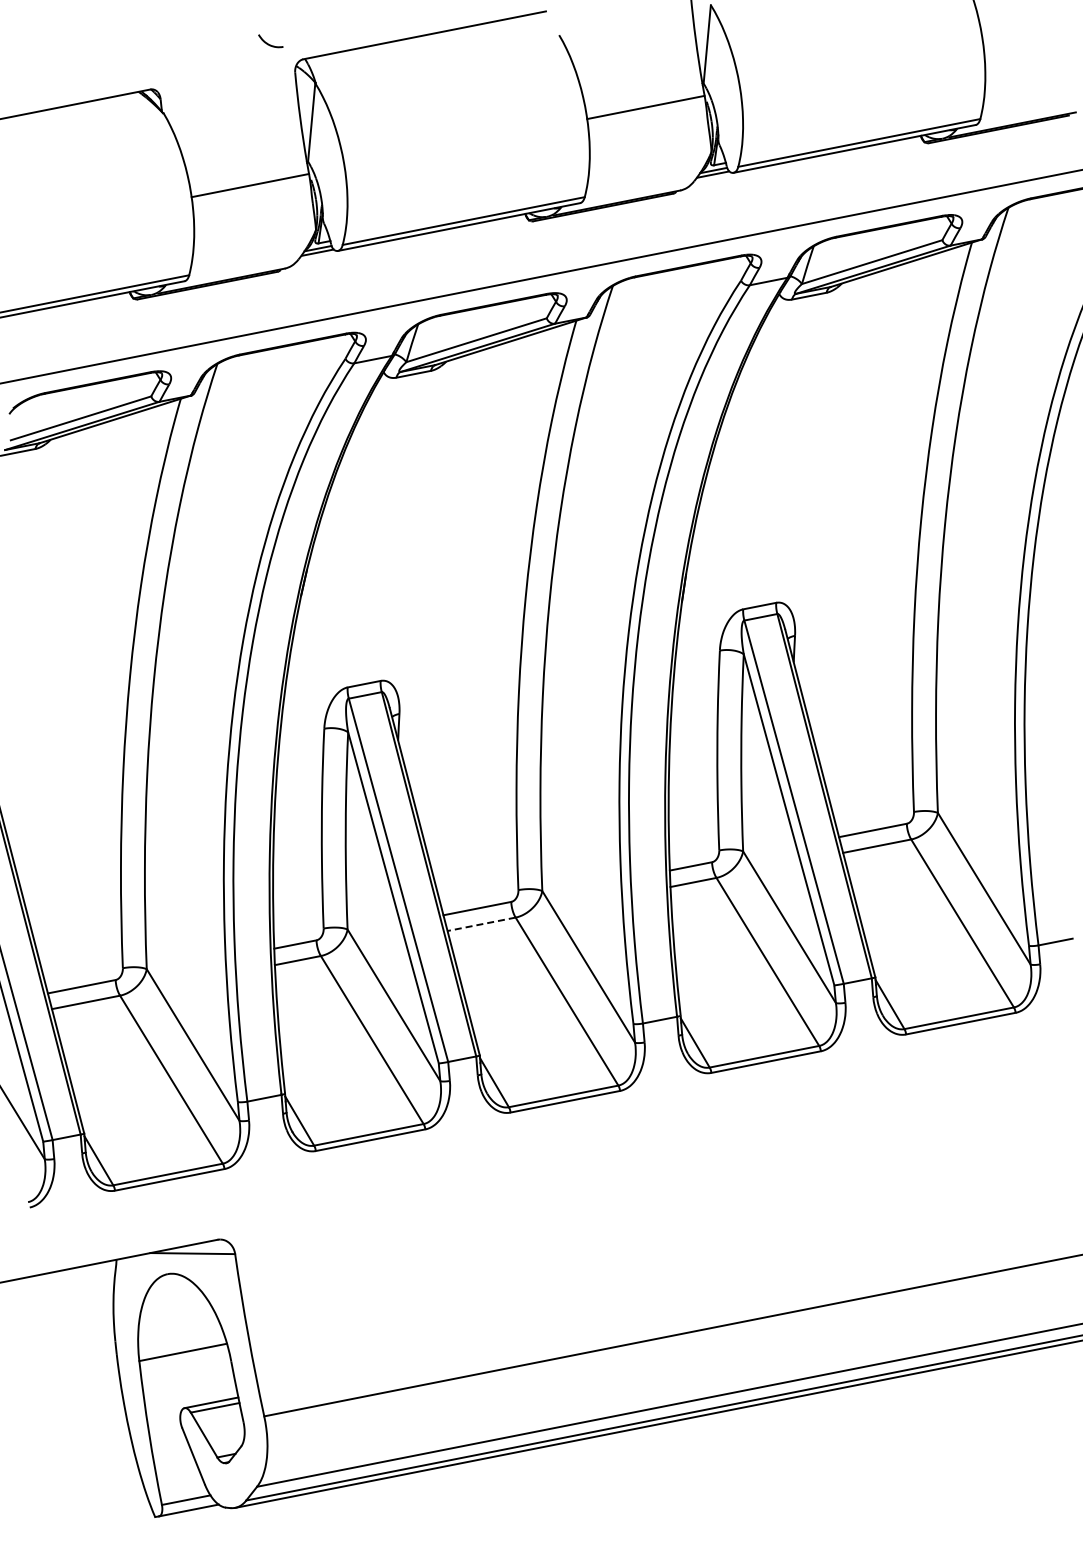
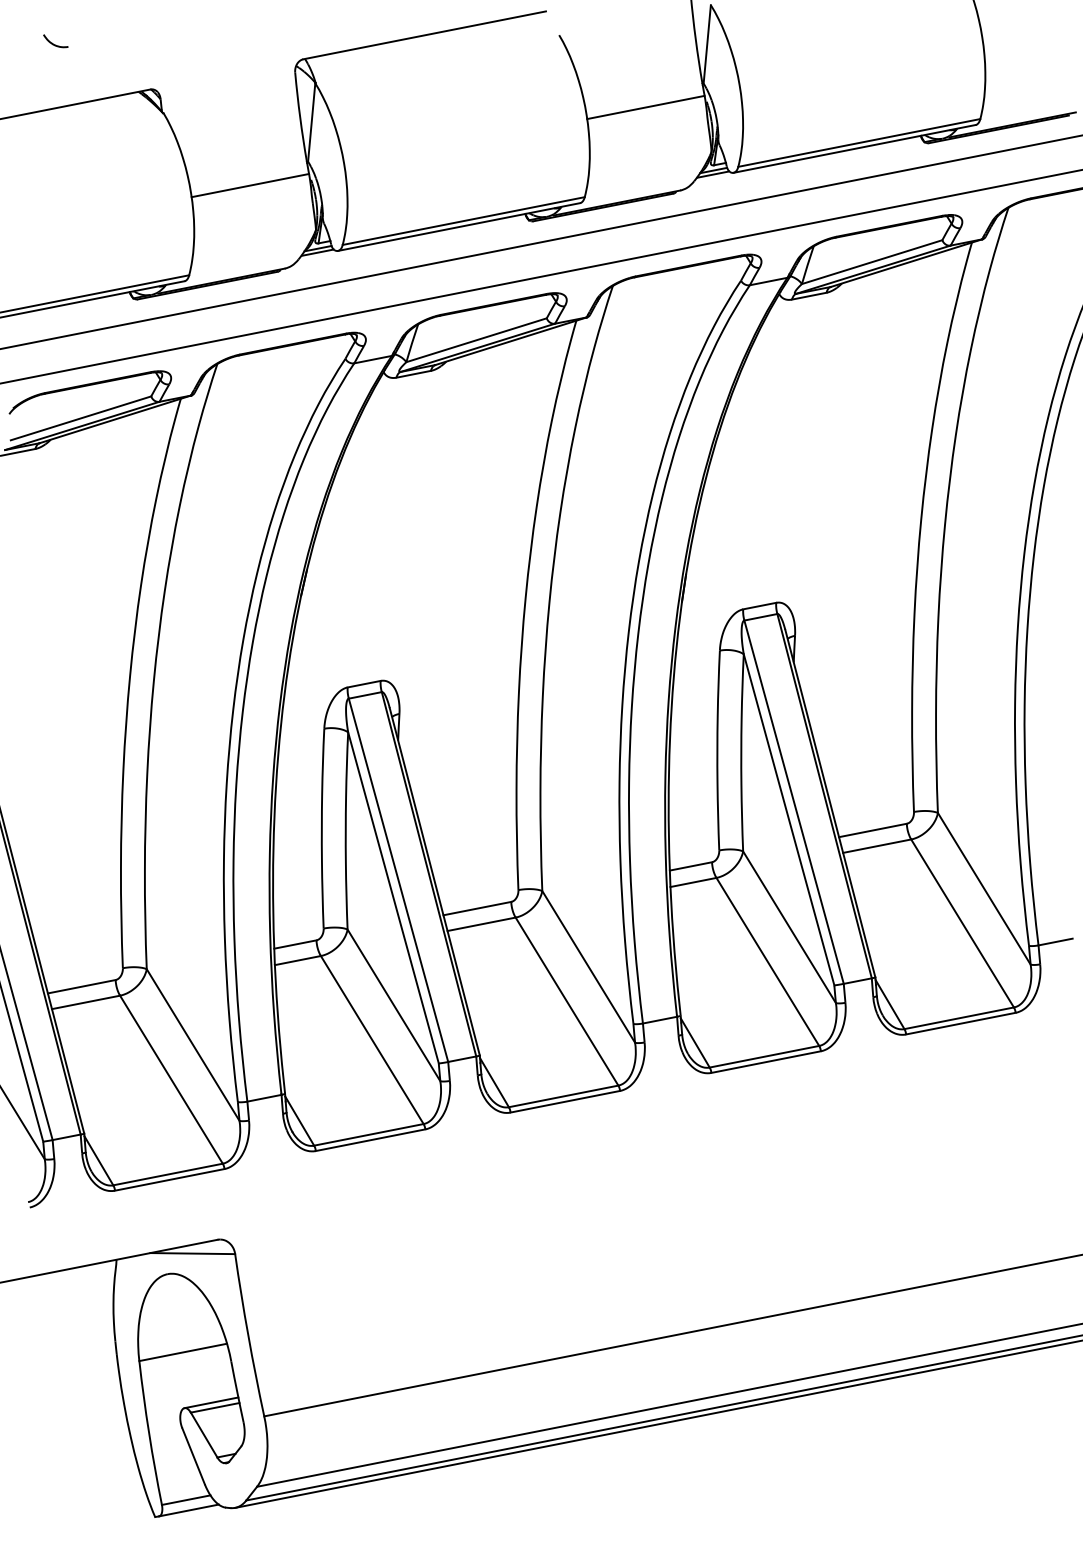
curve at (268, 43) position: (268, 43) -> (53, 43)
line at (540, 242): none -> present
line at (481, 924): dashed -> solid
